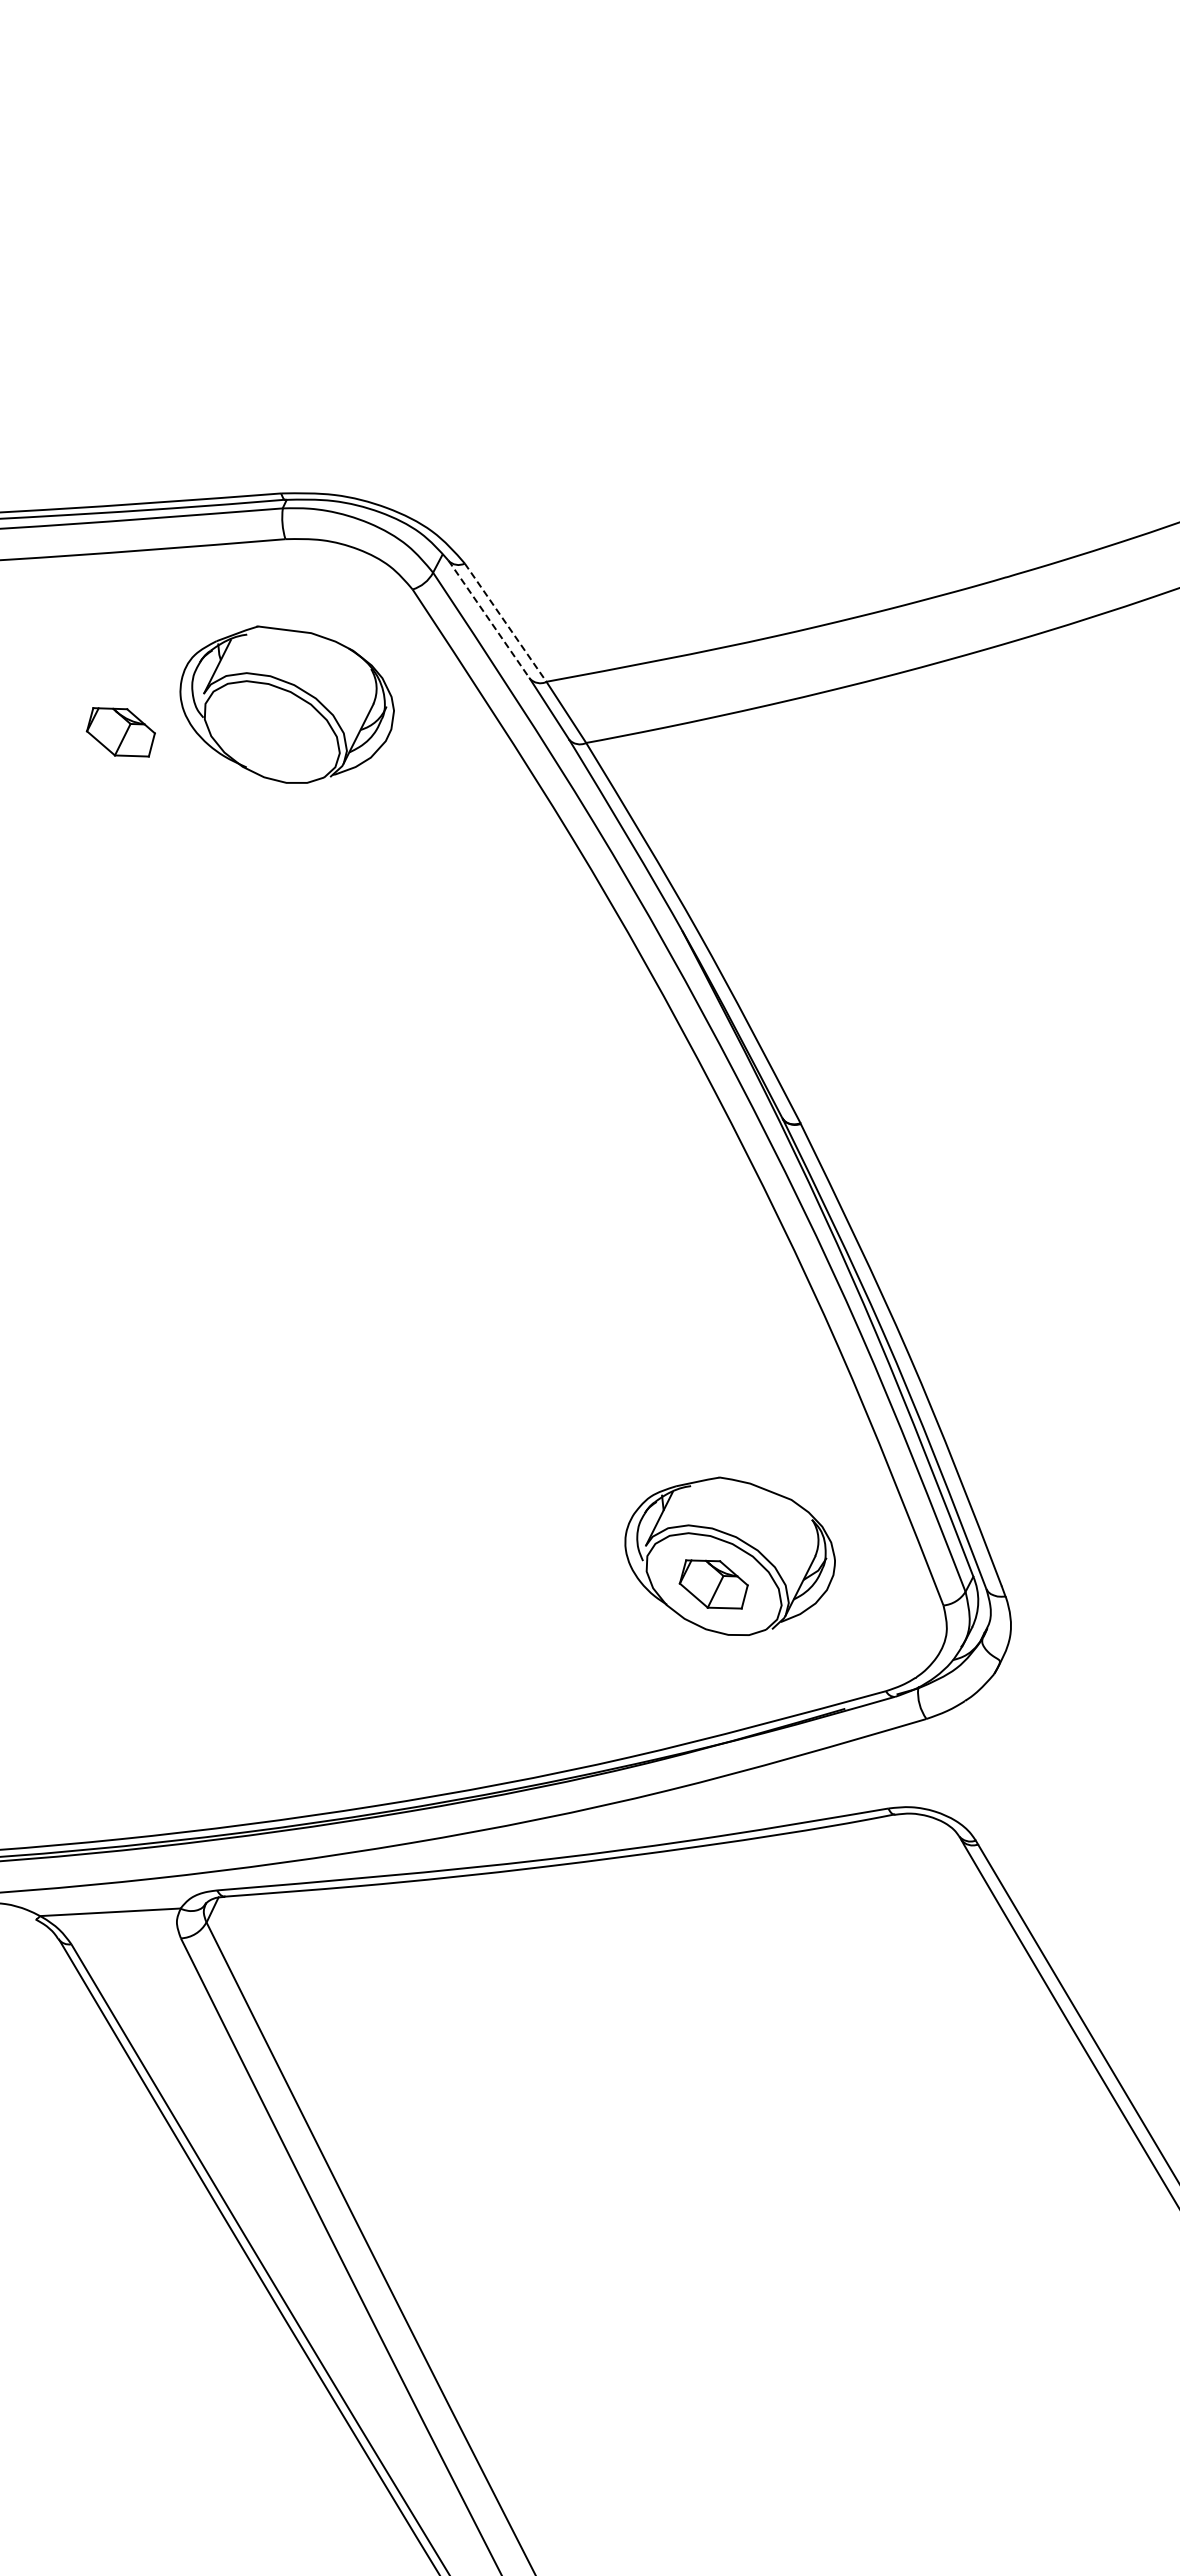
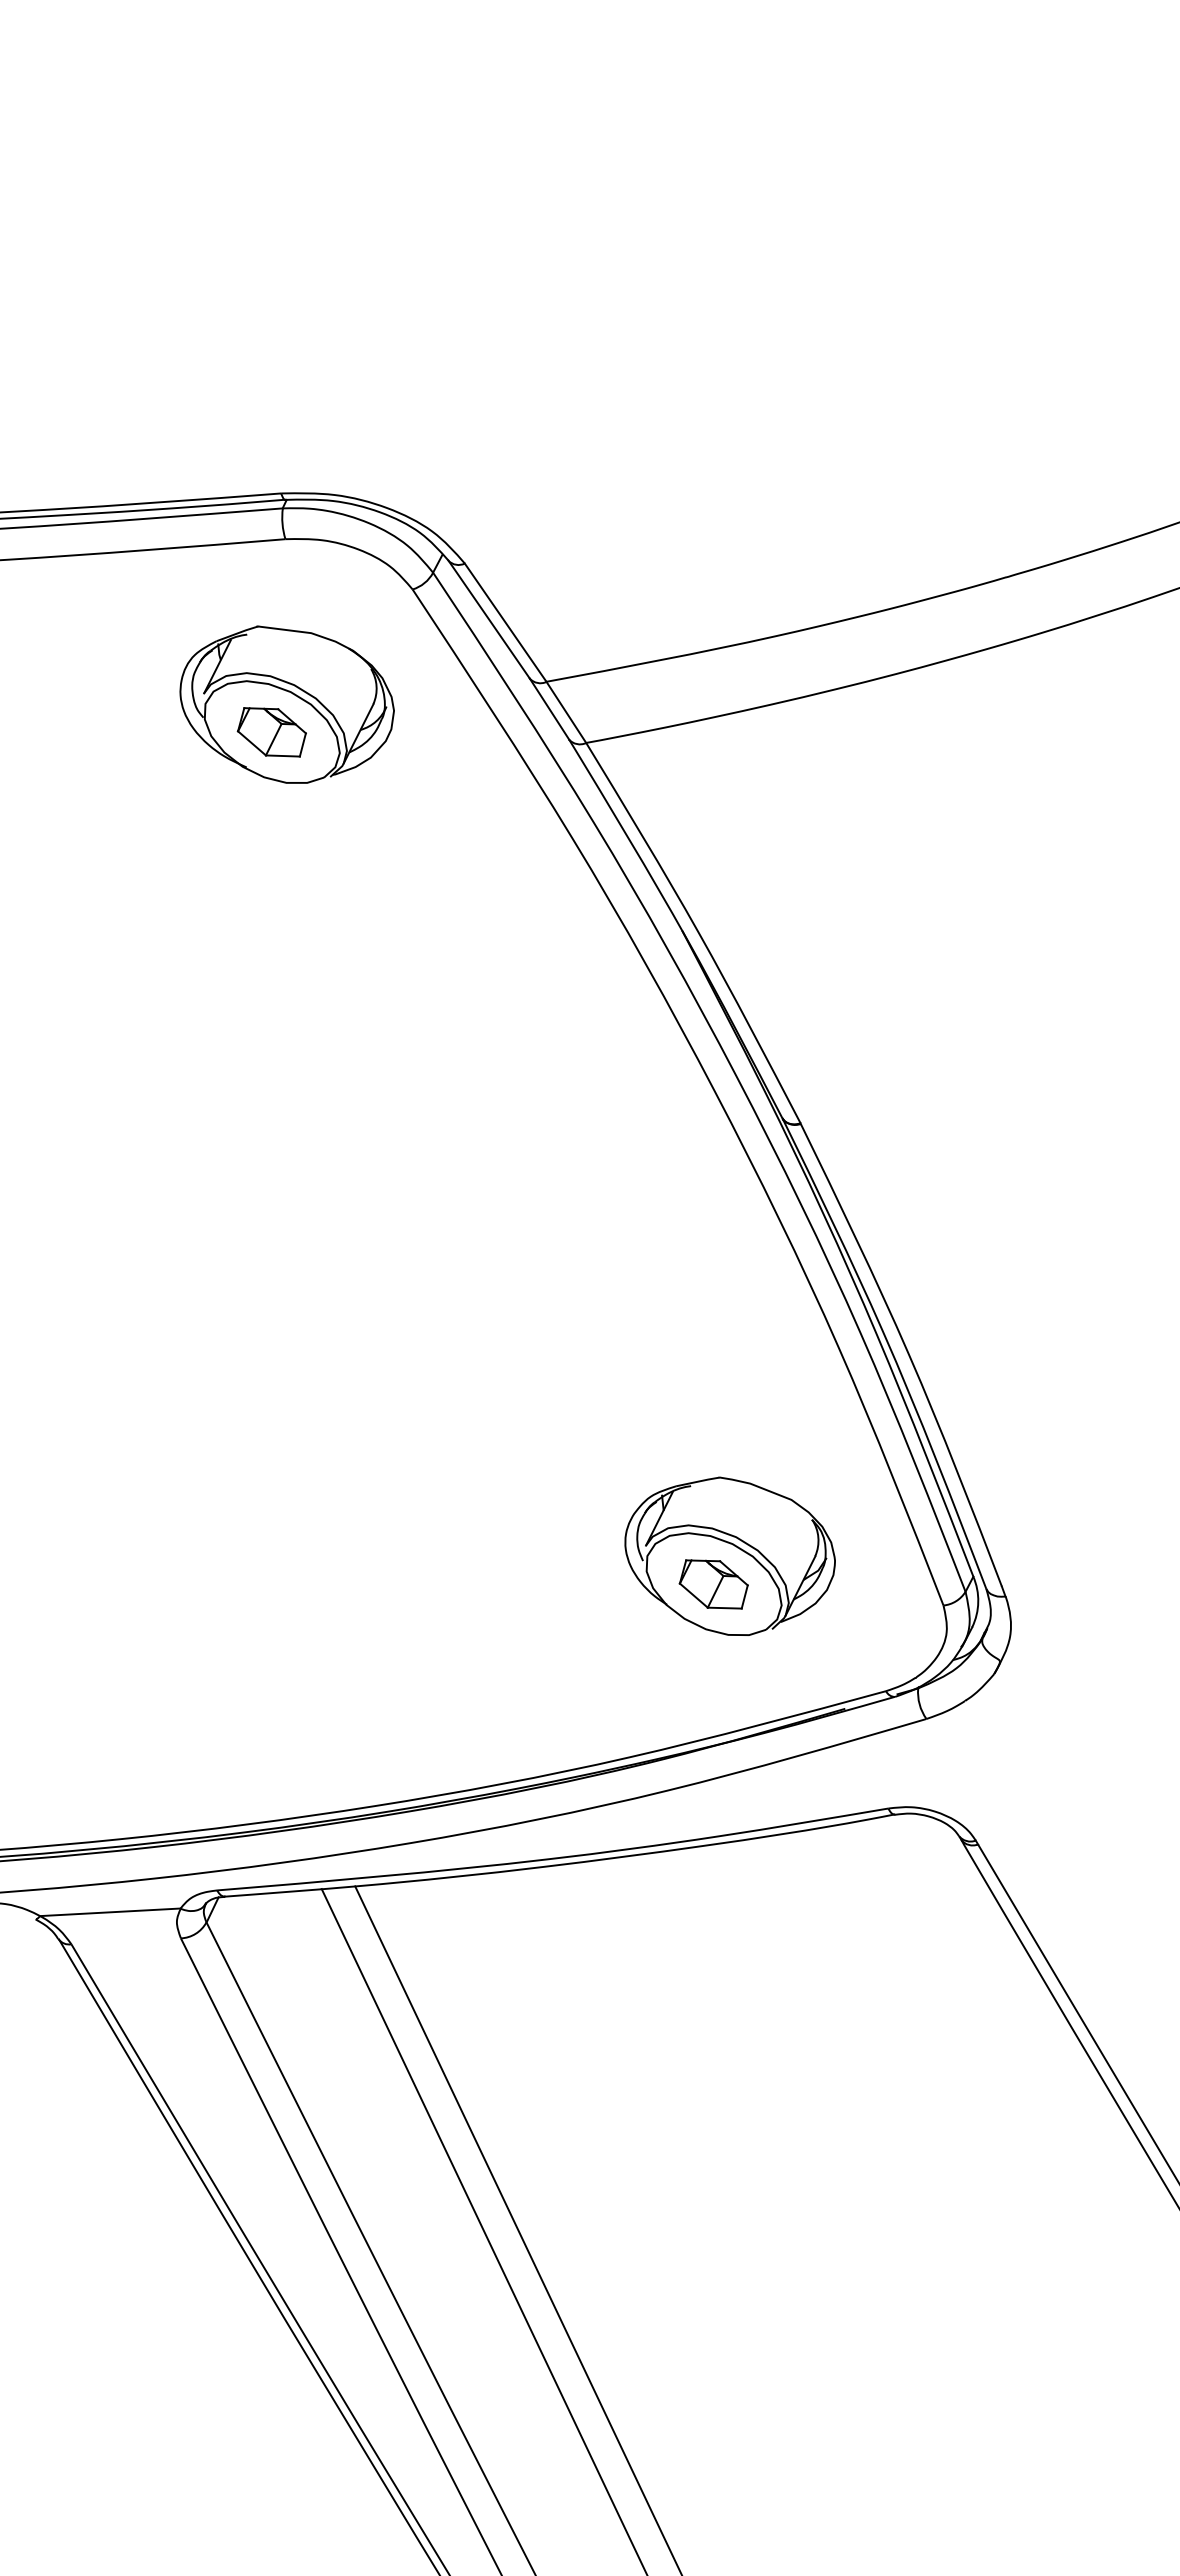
line at (489, 619): dashed -> solid
line at (505, 622): dashed -> solid
part at (120, 732) position: (120, 732) -> (271, 732)
line at (517, 2229): none -> present
line at (483, 2230): none -> present
